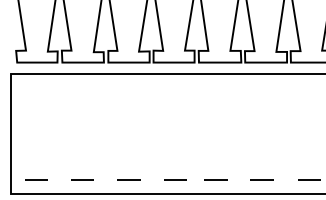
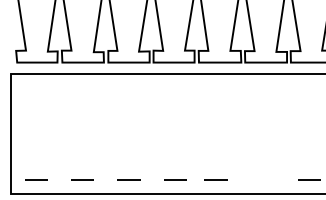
line at (261, 179): present -> none
